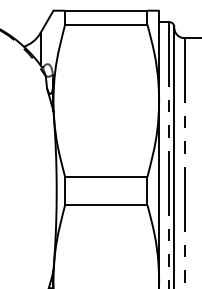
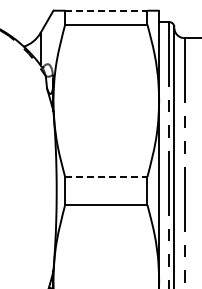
line at (106, 10): solid -> dashed
line at (106, 177): solid -> dashed
